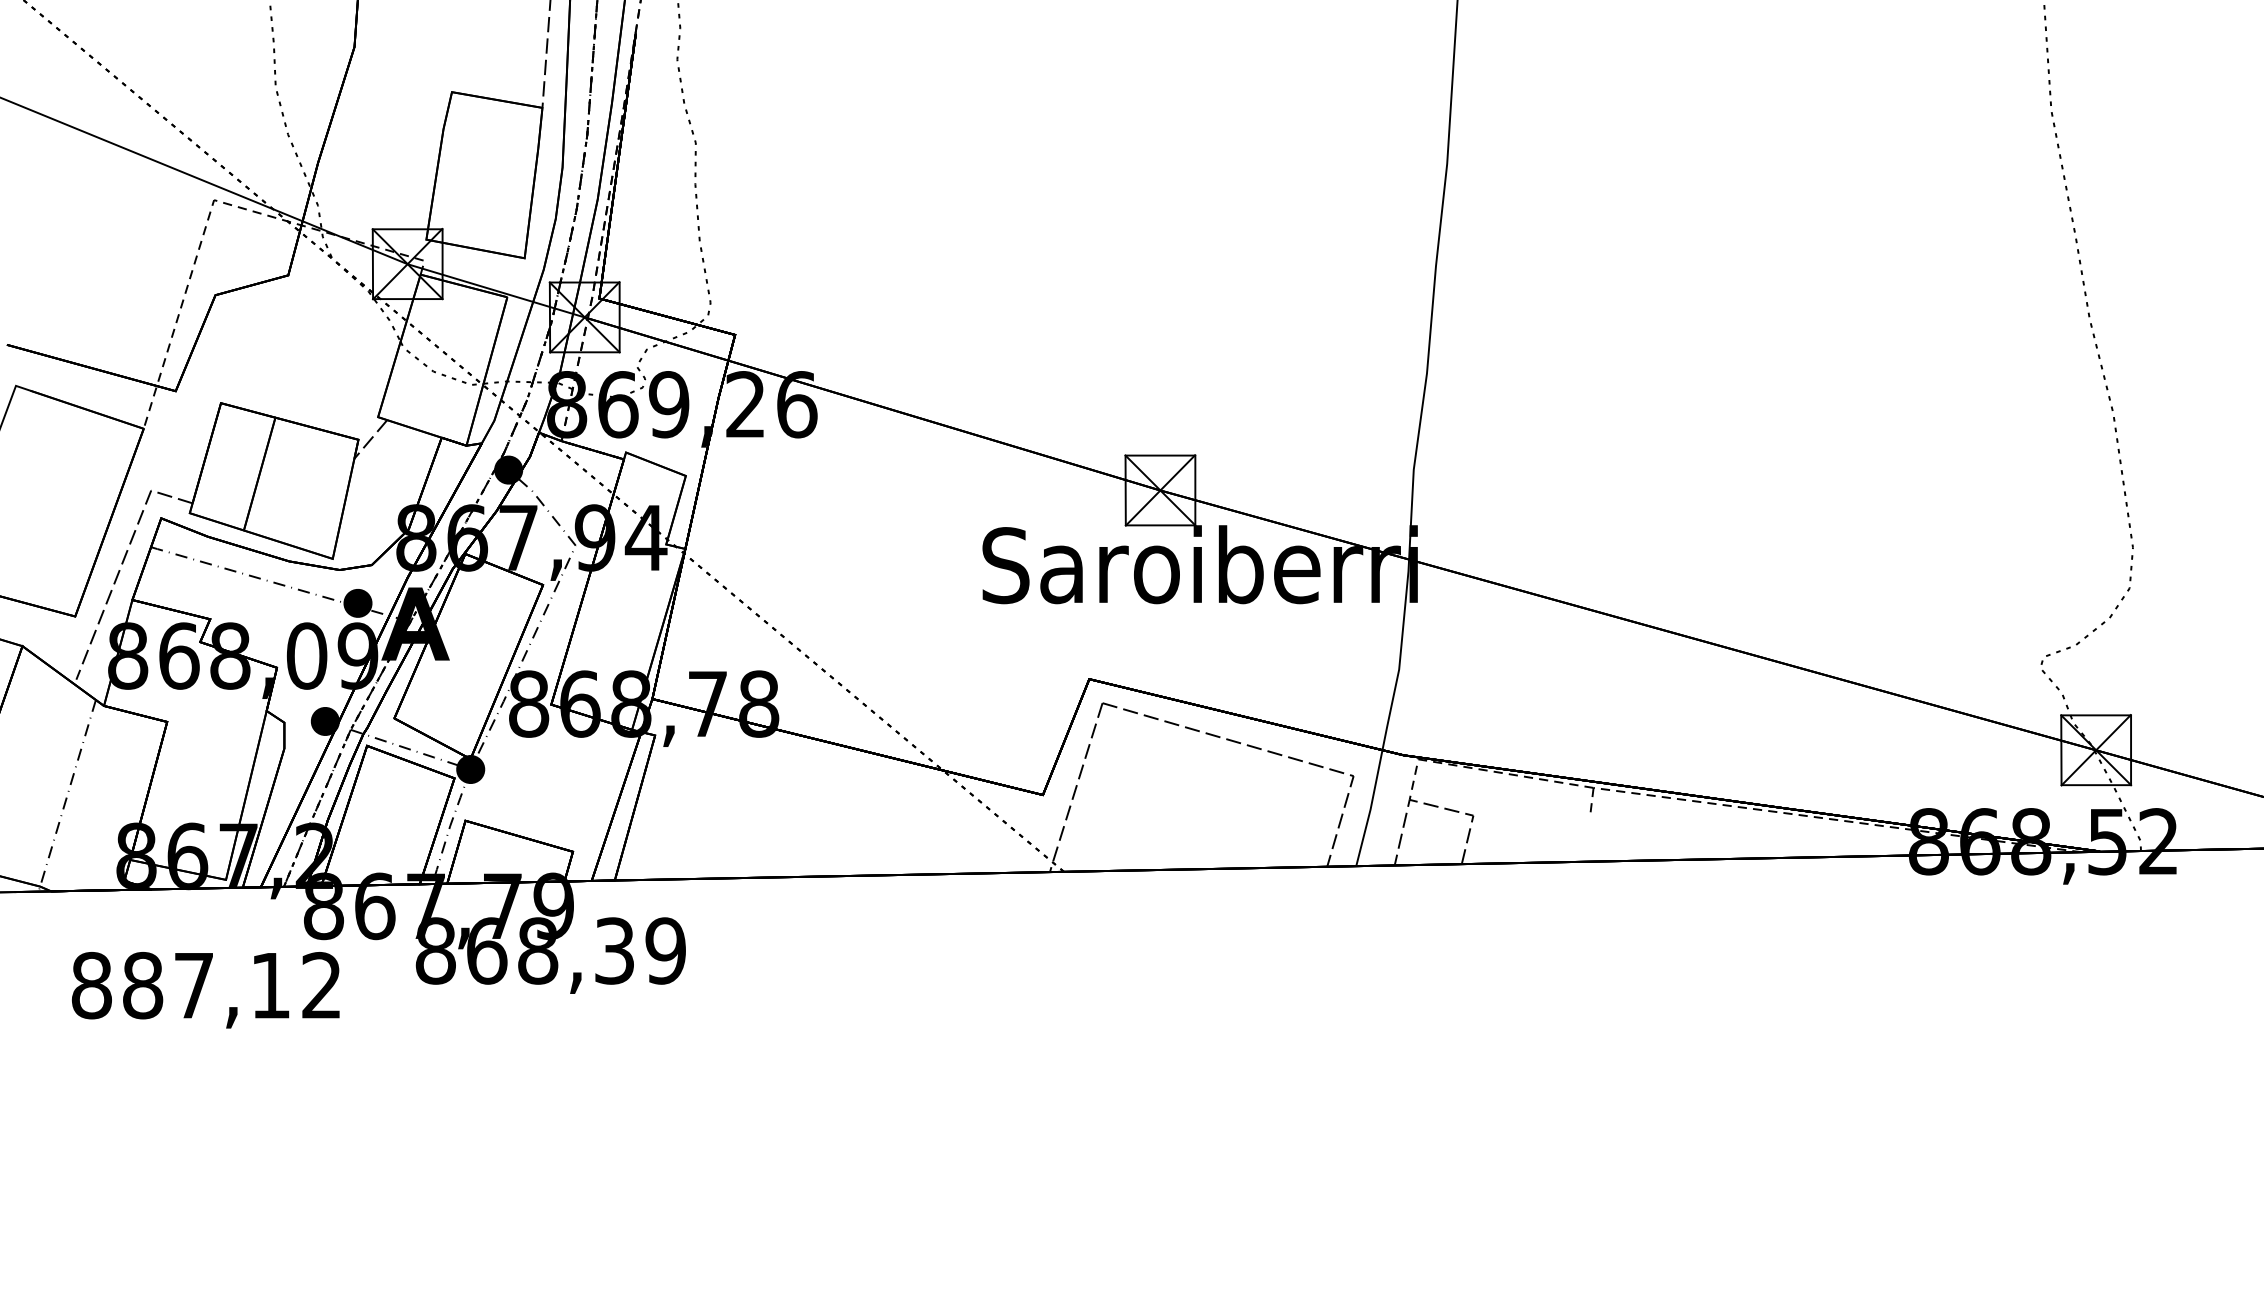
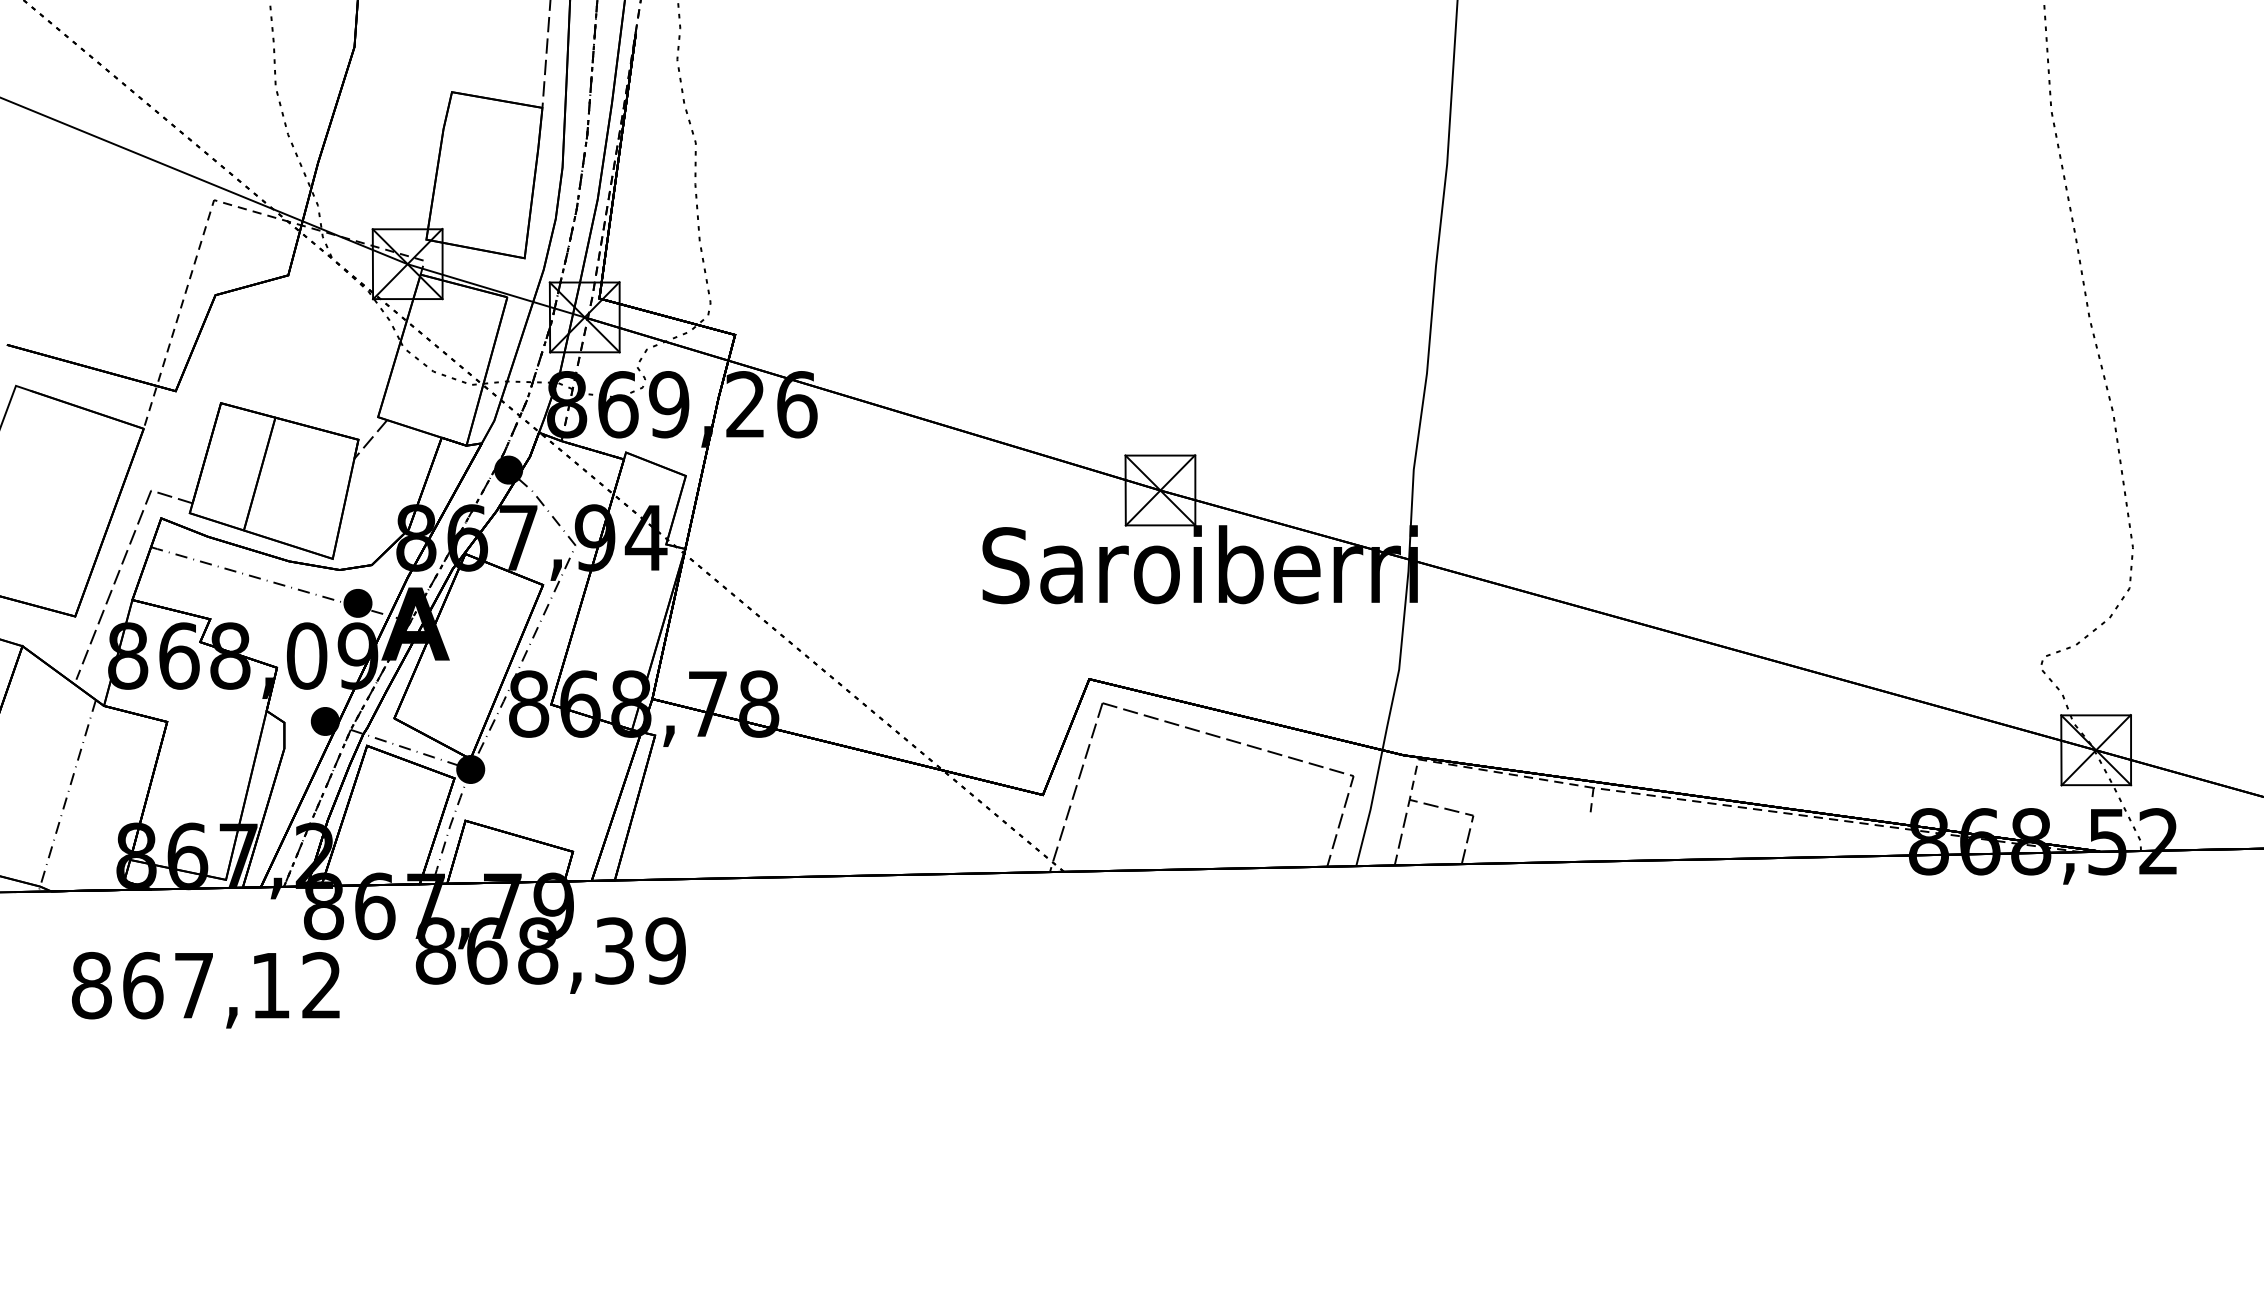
text at (143, 985): 887,12 -> 867,12
